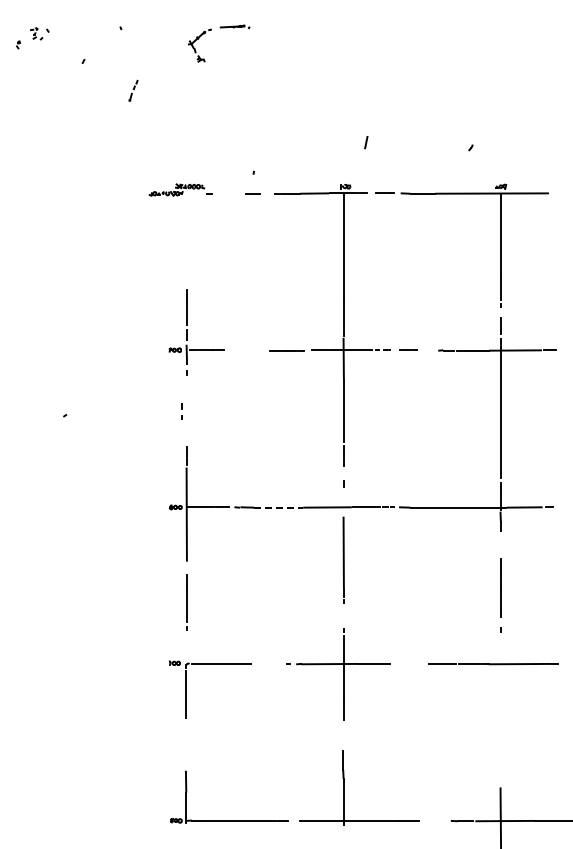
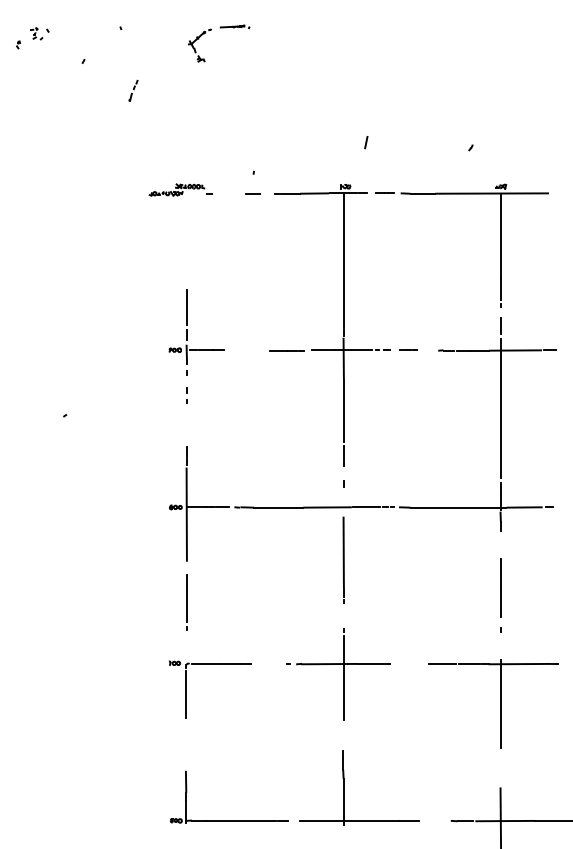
line at (181, 409) position: (181, 409) -> (186, 393)
line at (278, 507): dashed -> solid
line at (500, 703): none -> present
